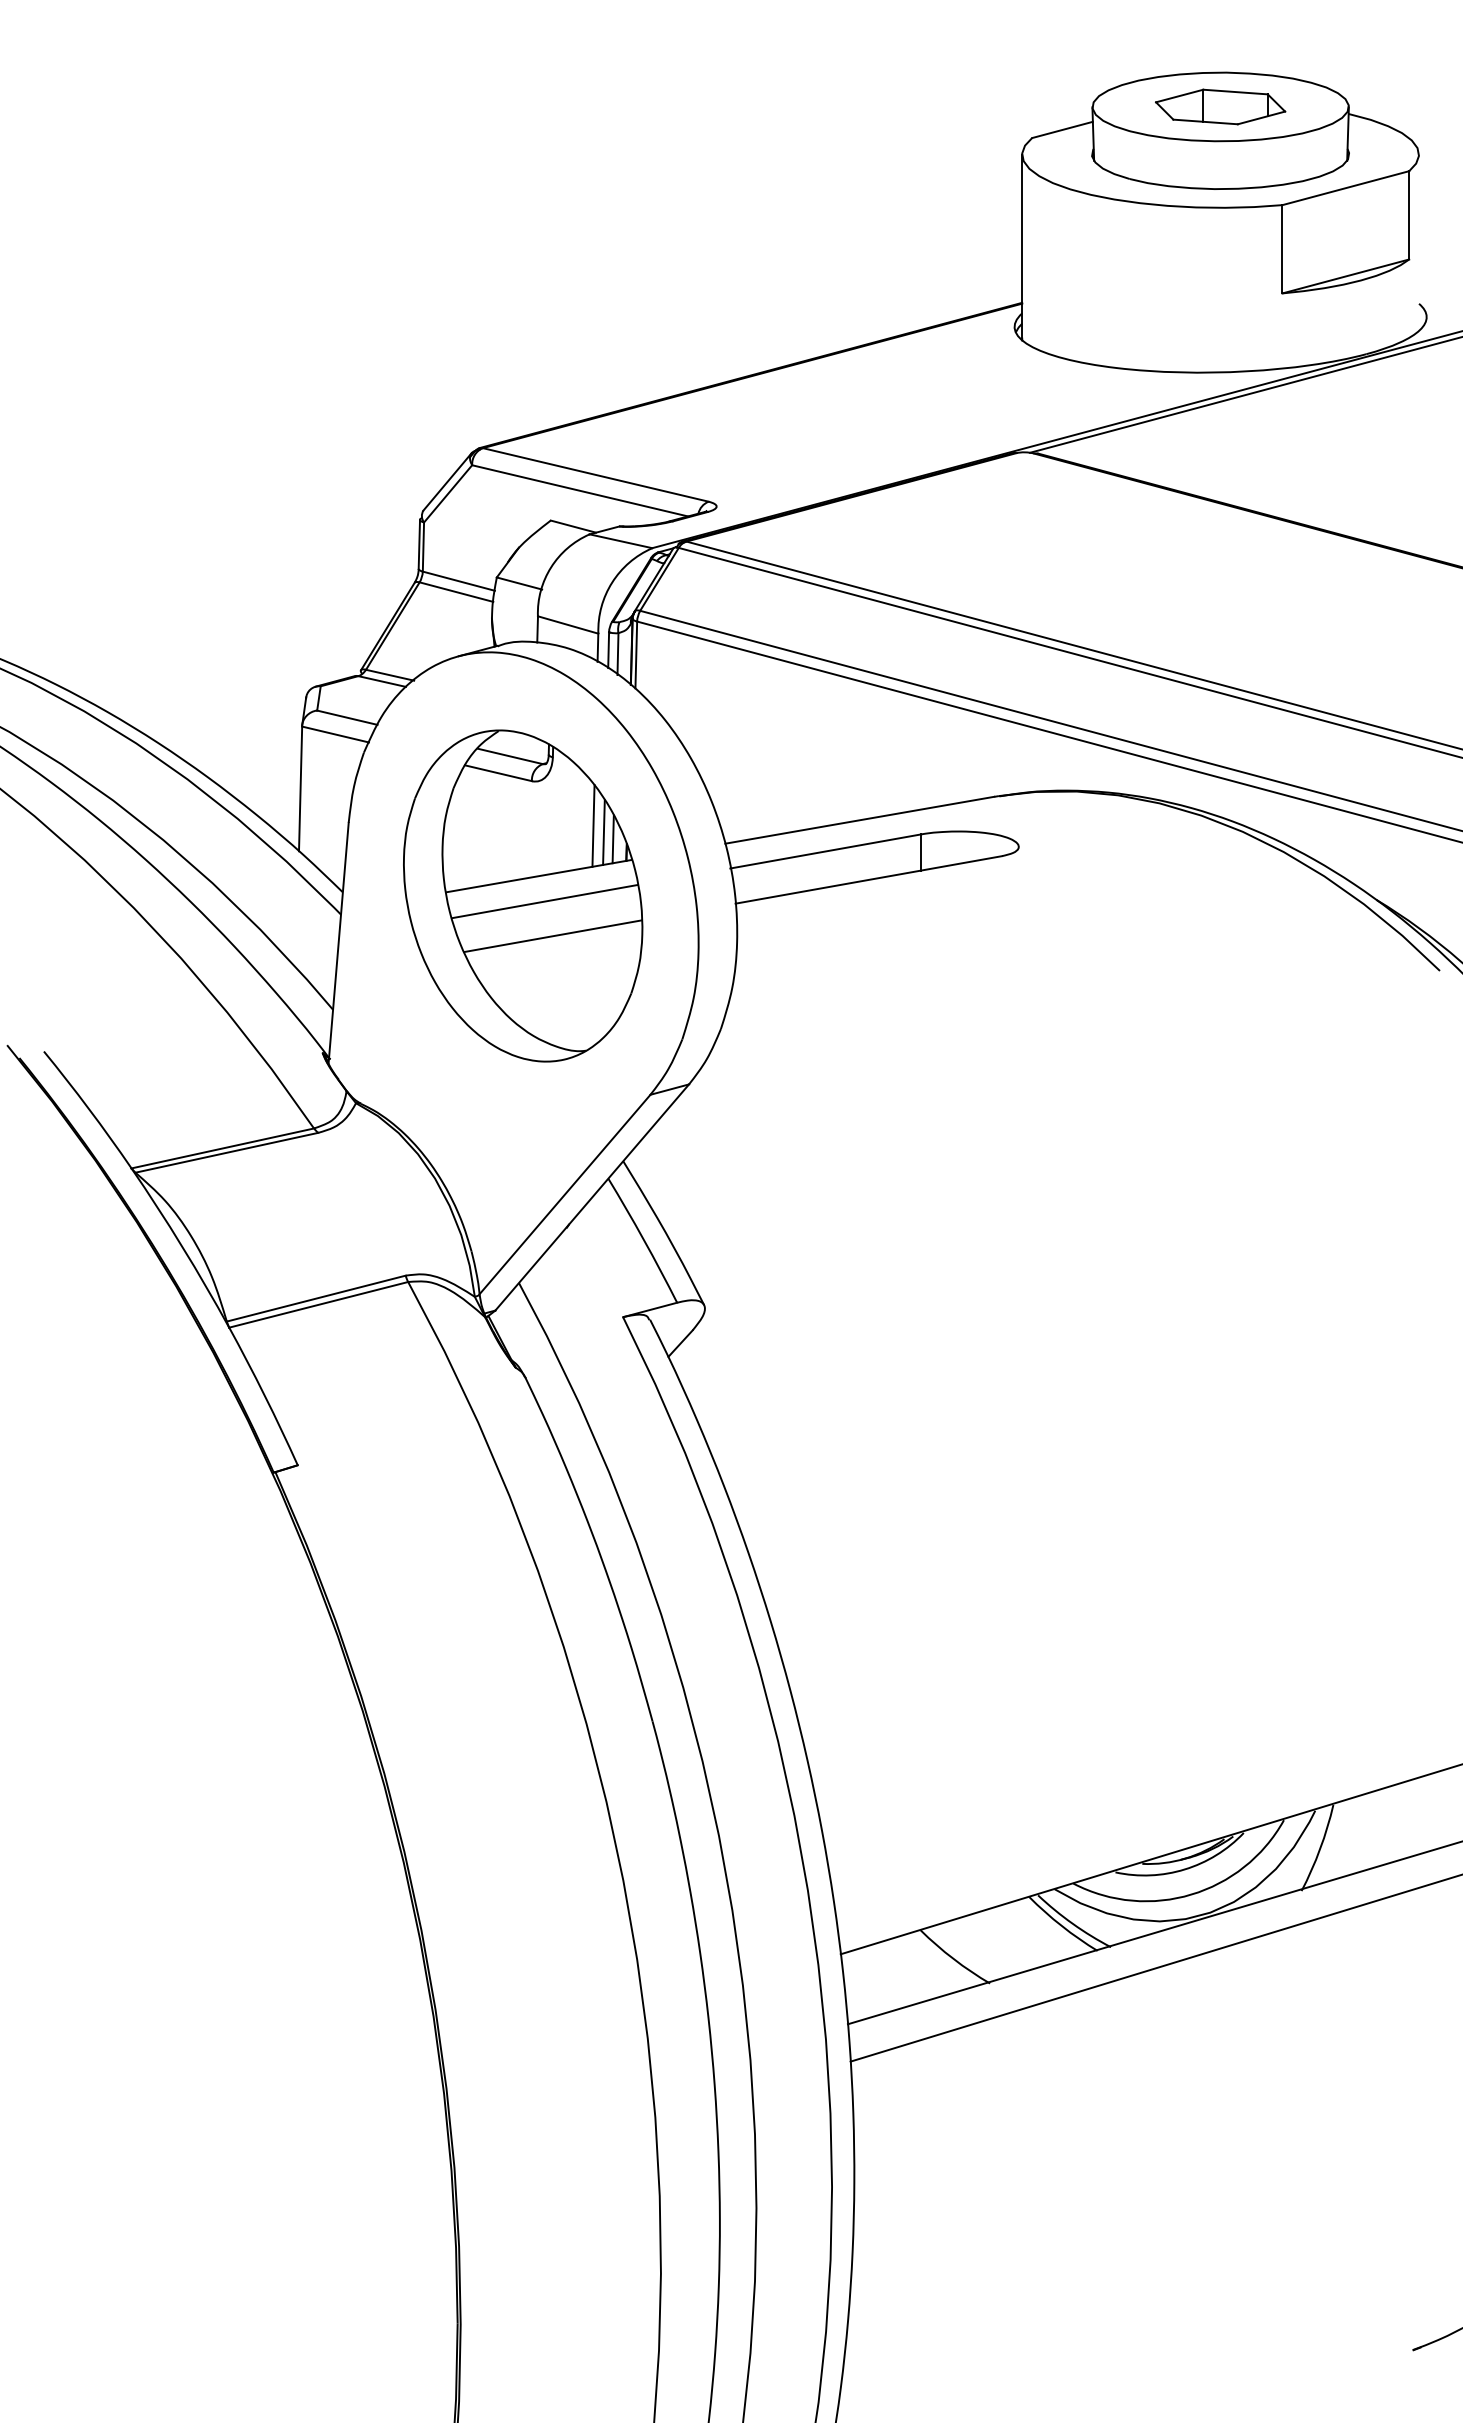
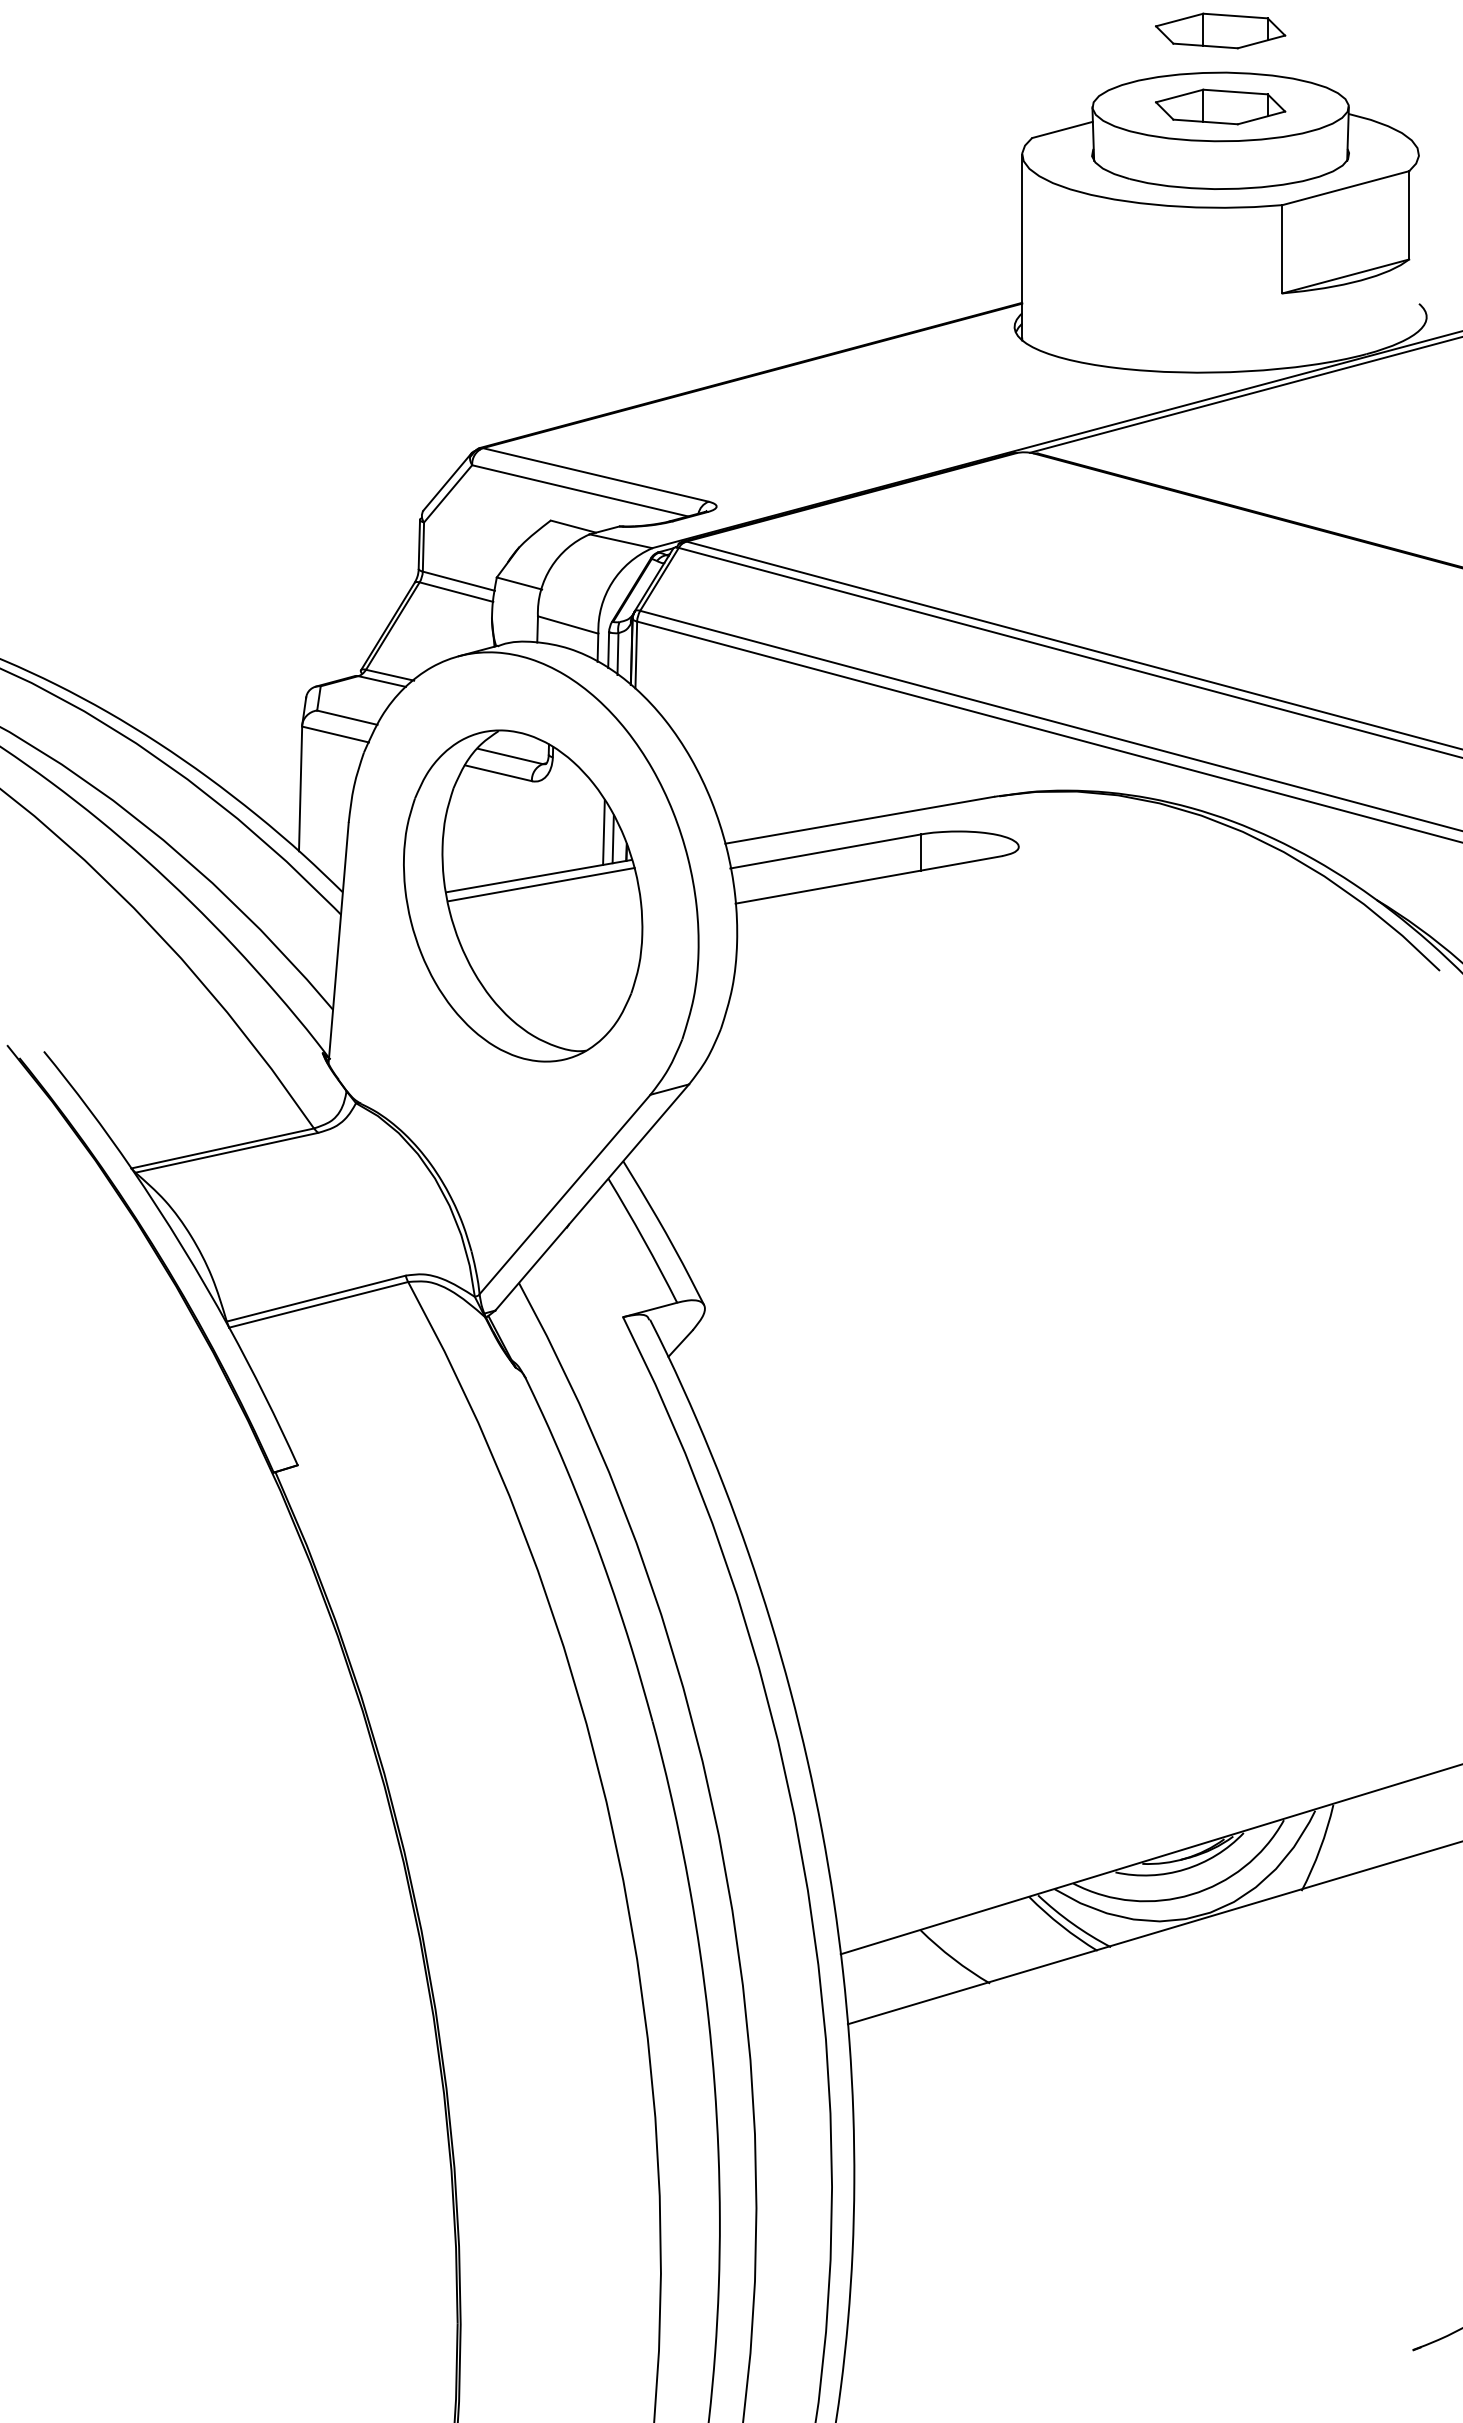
part at (1220, 30): none -> present
line at (593, 825): present -> none
line at (544, 901) position: (544, 901) -> (541, 884)
line at (552, 936): present -> none
line at (1154, 1968): present -> none
